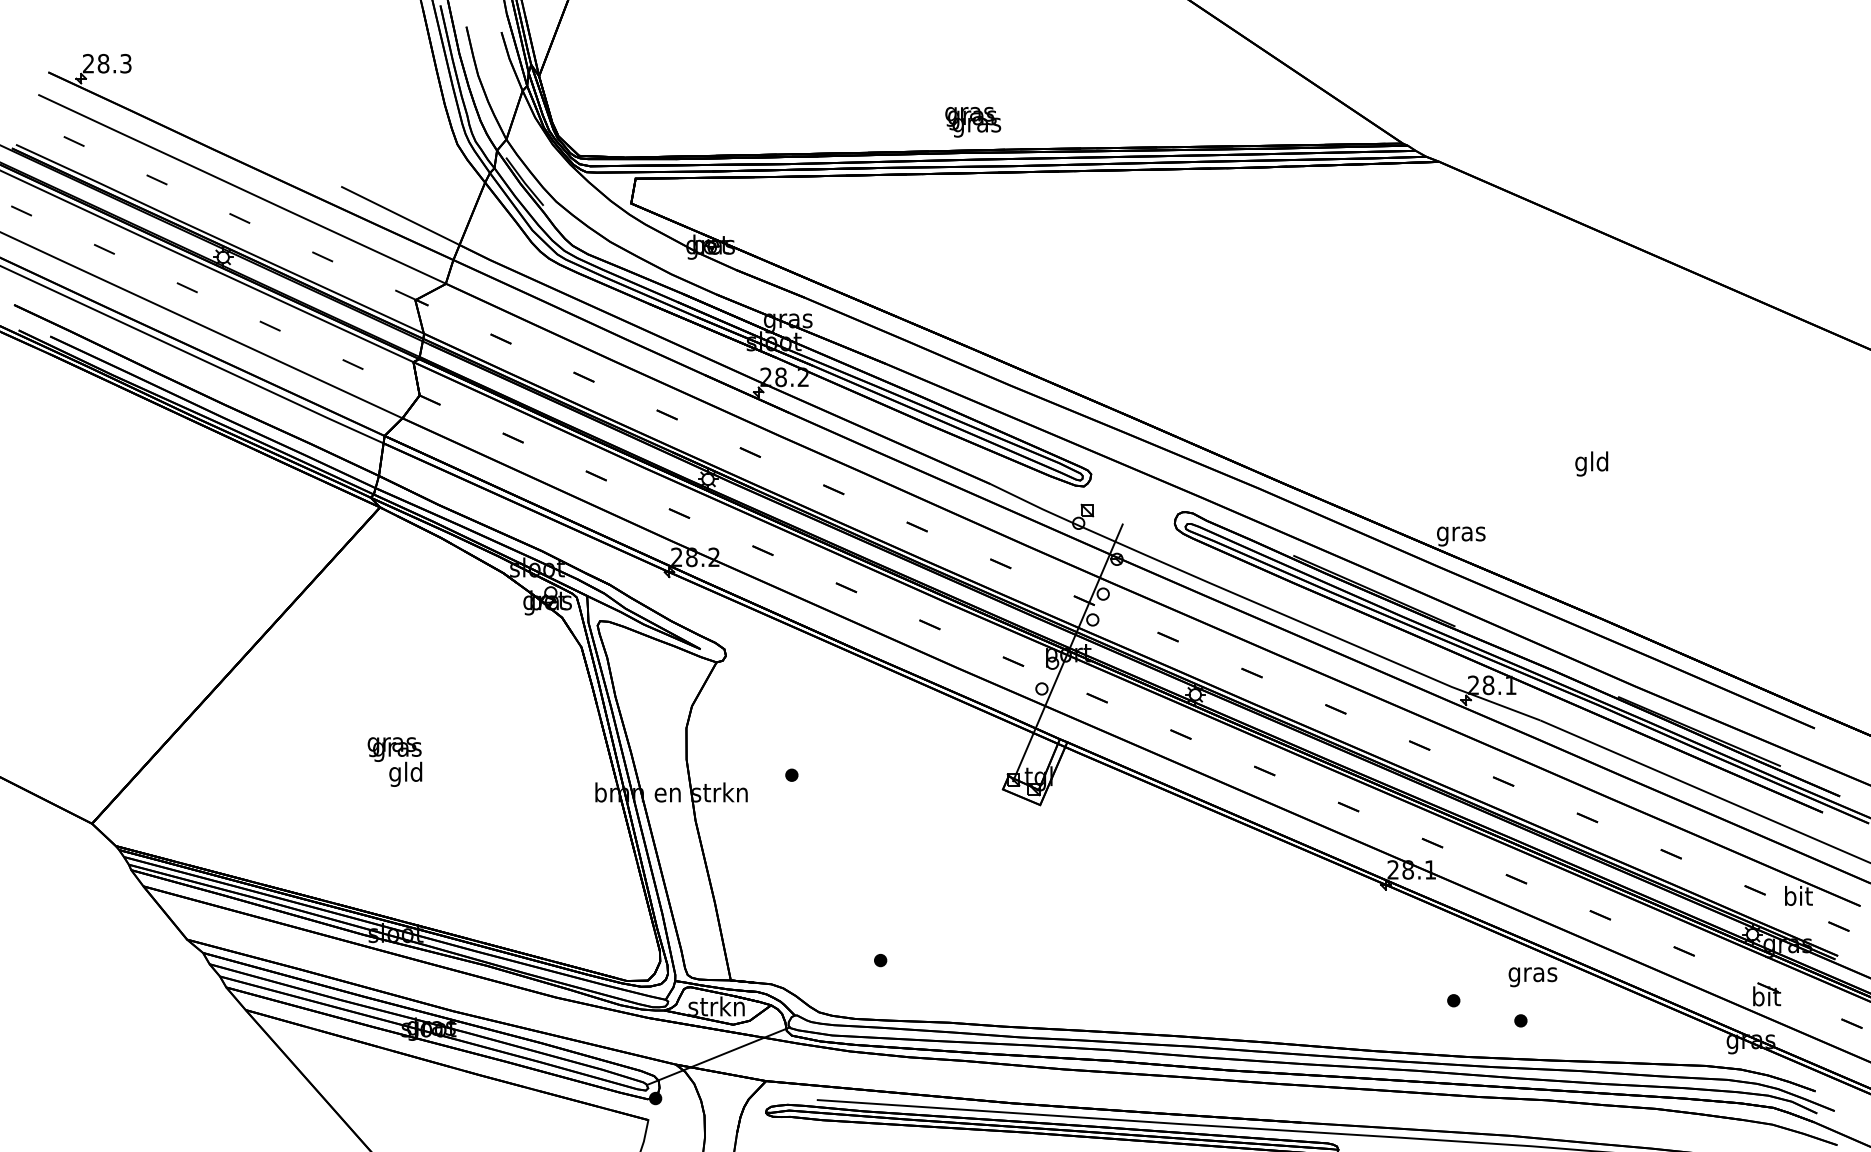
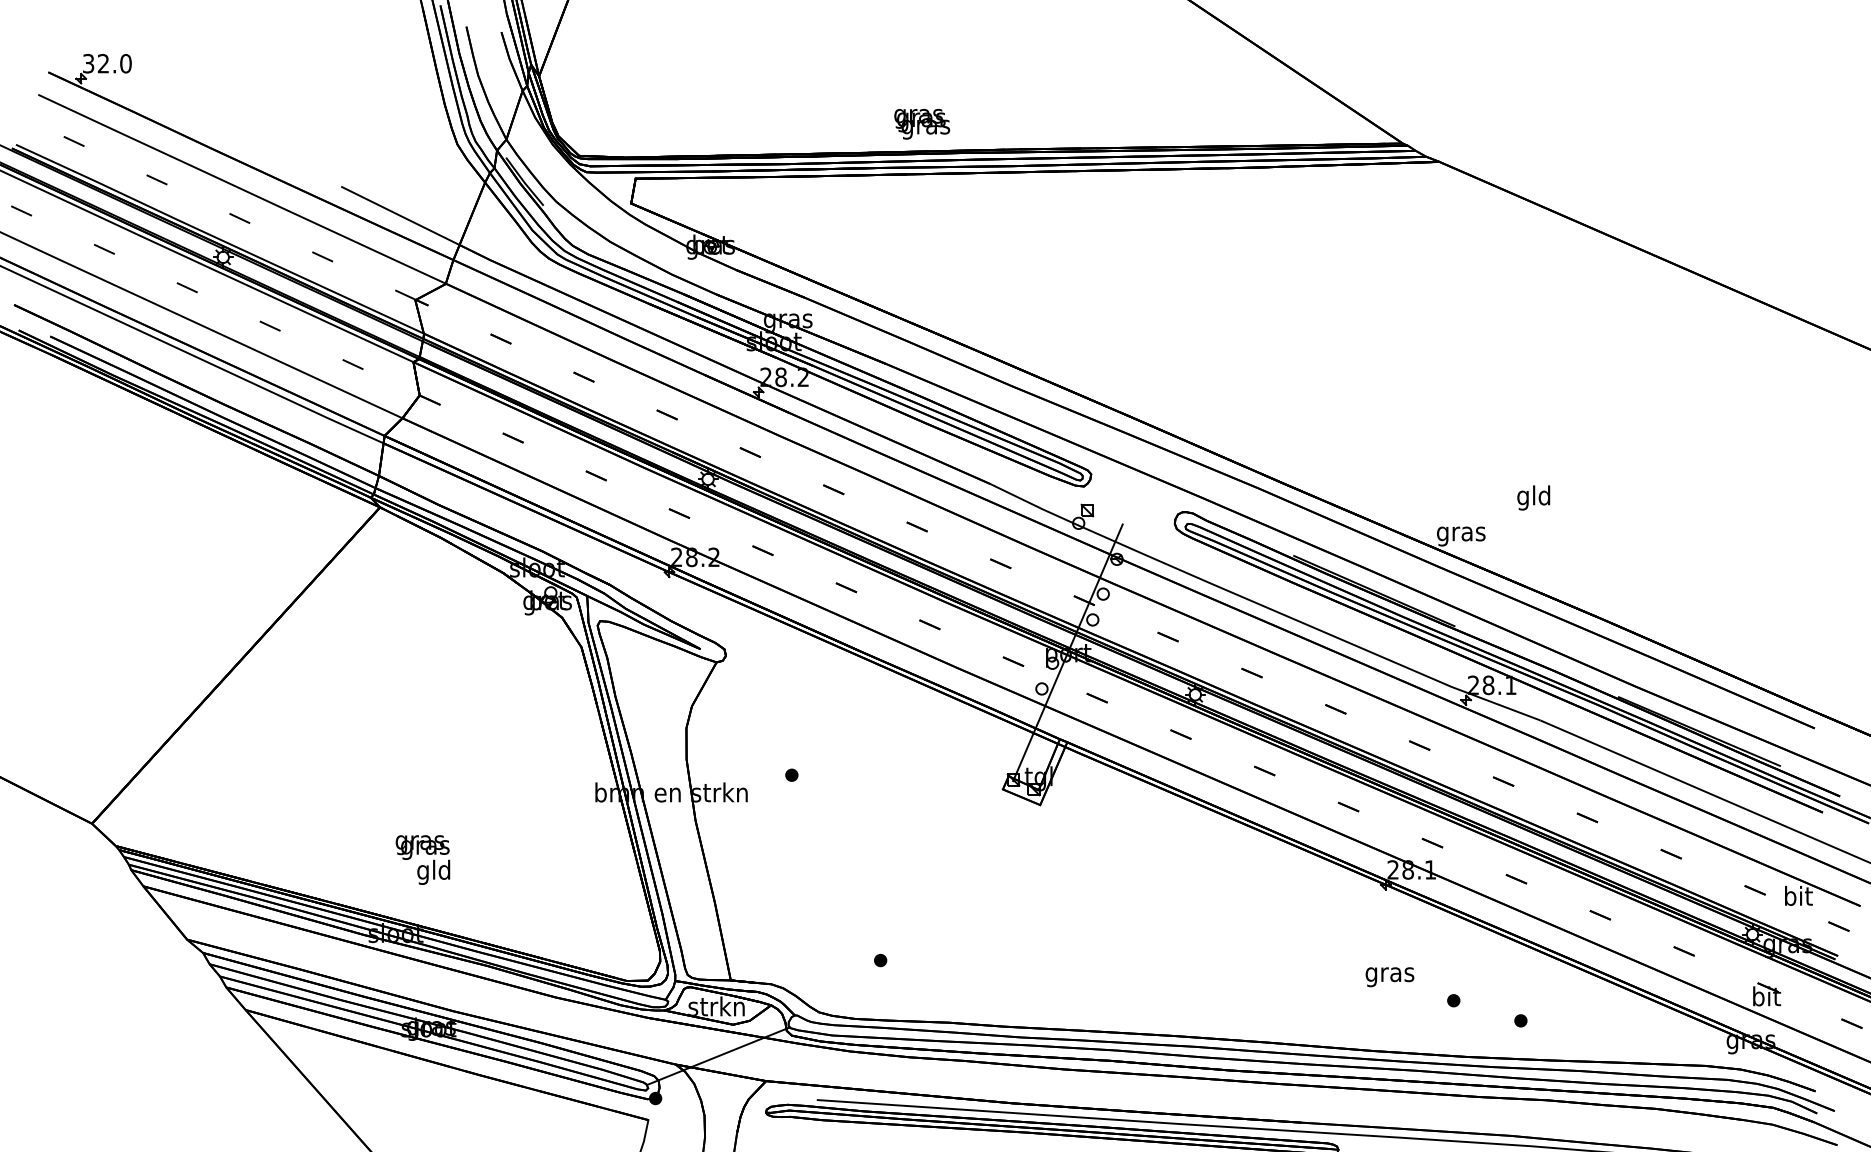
text at (107, 63): 28.3 -> 32.0
text at (973, 121) position: (973, 121) -> (922, 123)
text at (1591, 463) position: (1591, 463) -> (1533, 497)
text at (394, 761) position: (394, 761) -> (422, 859)
text at (1532, 977) position: (1532, 977) -> (1389, 977)
